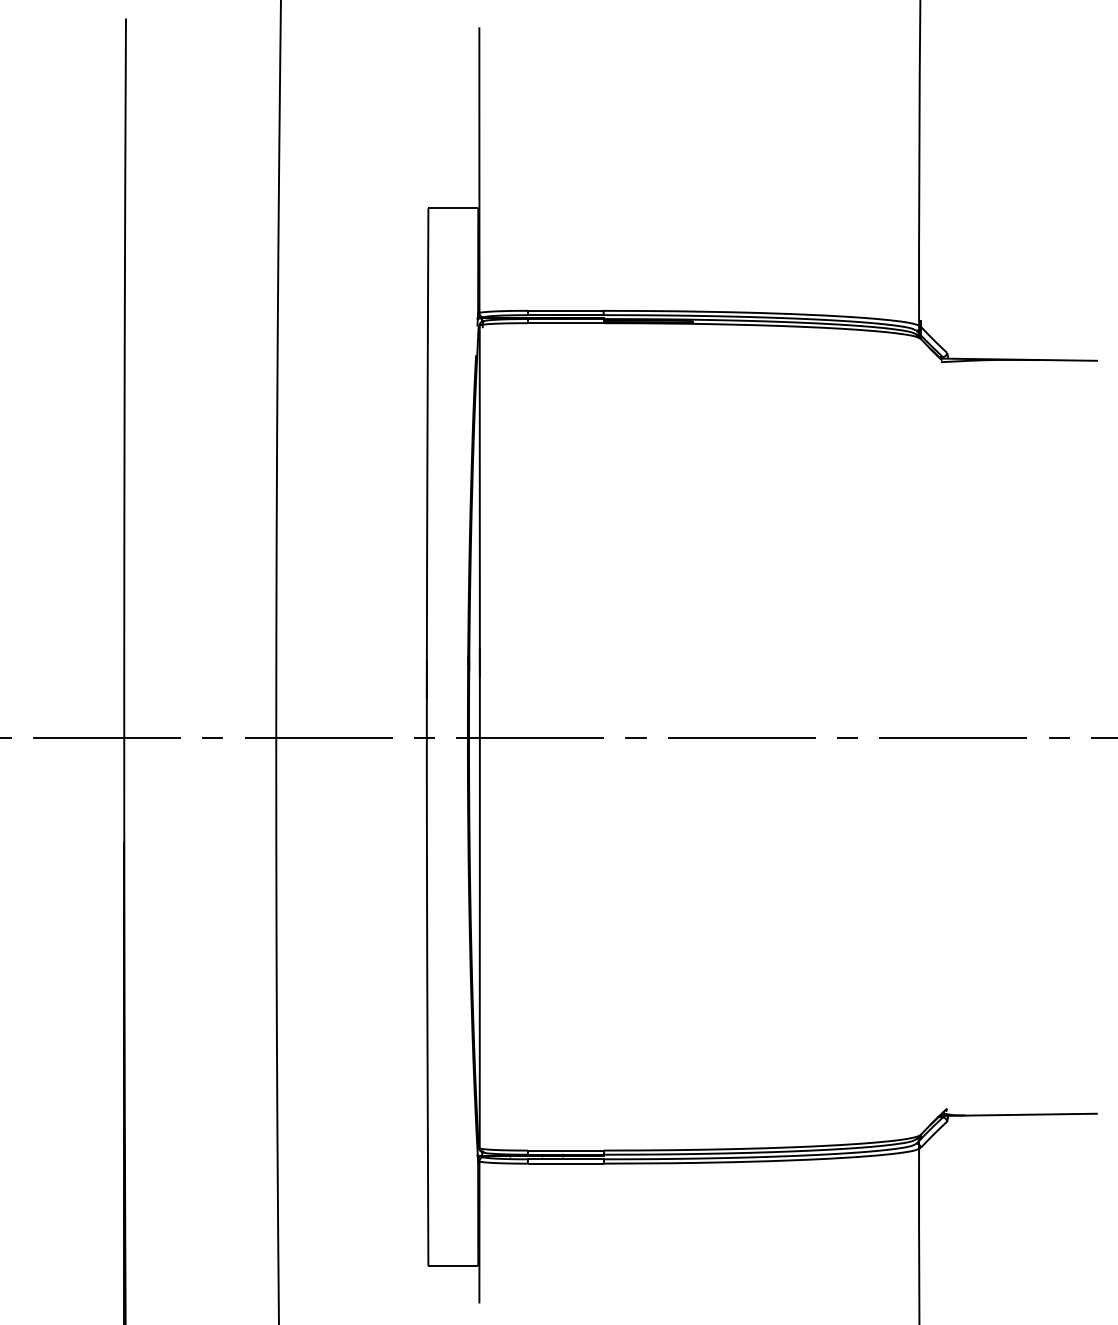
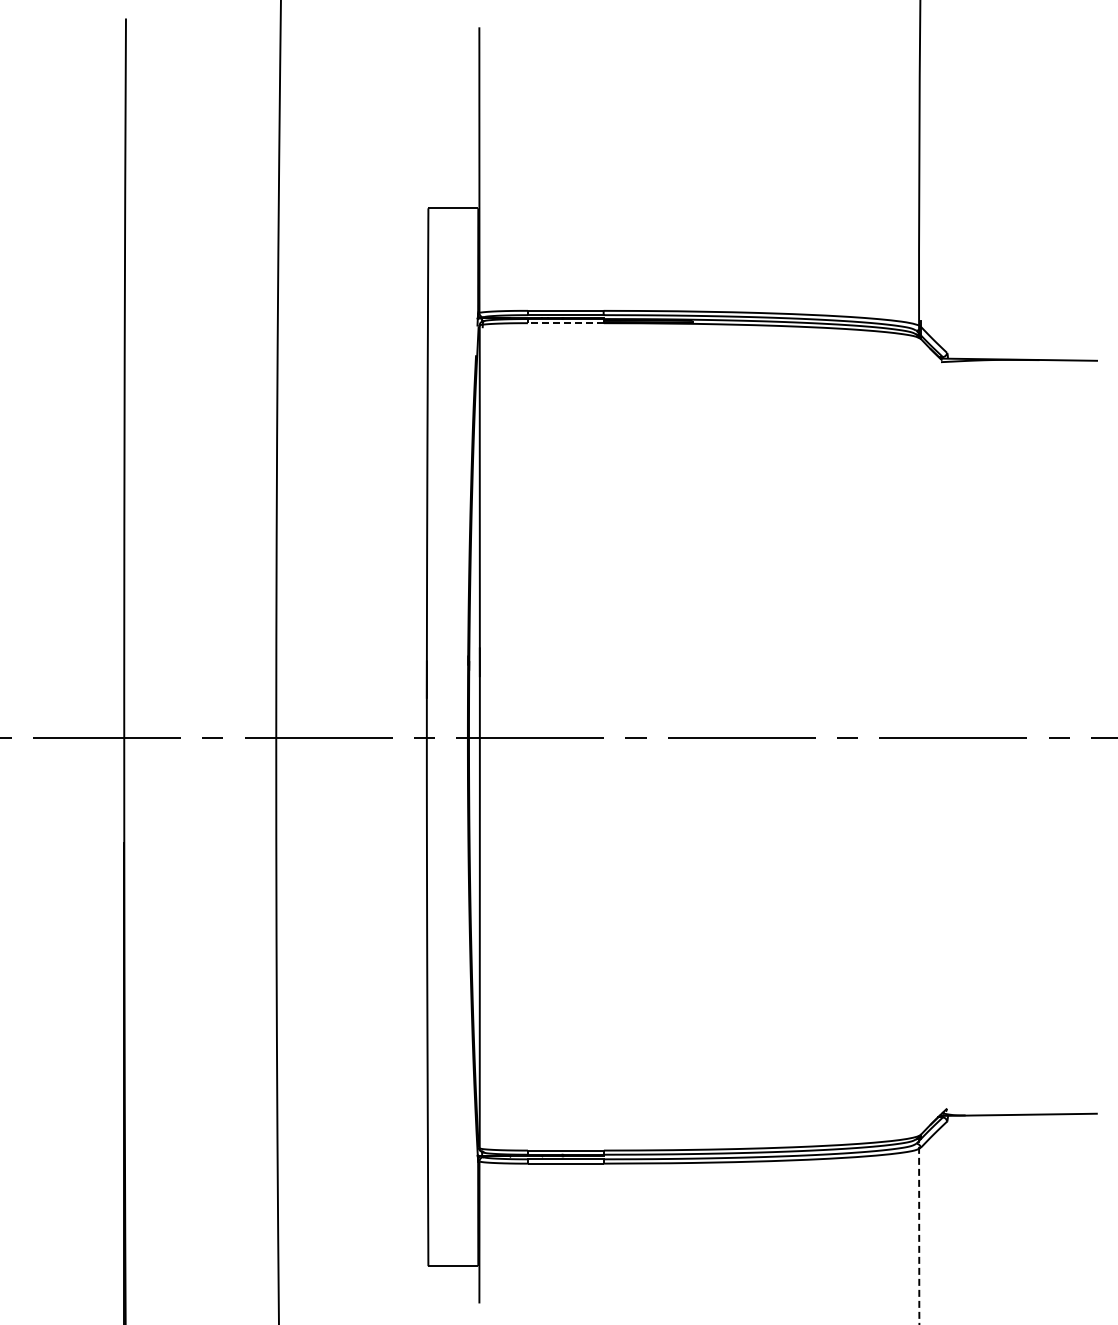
line at (565, 323): solid -> dashed
arc at (919, 1230): solid -> dashed
